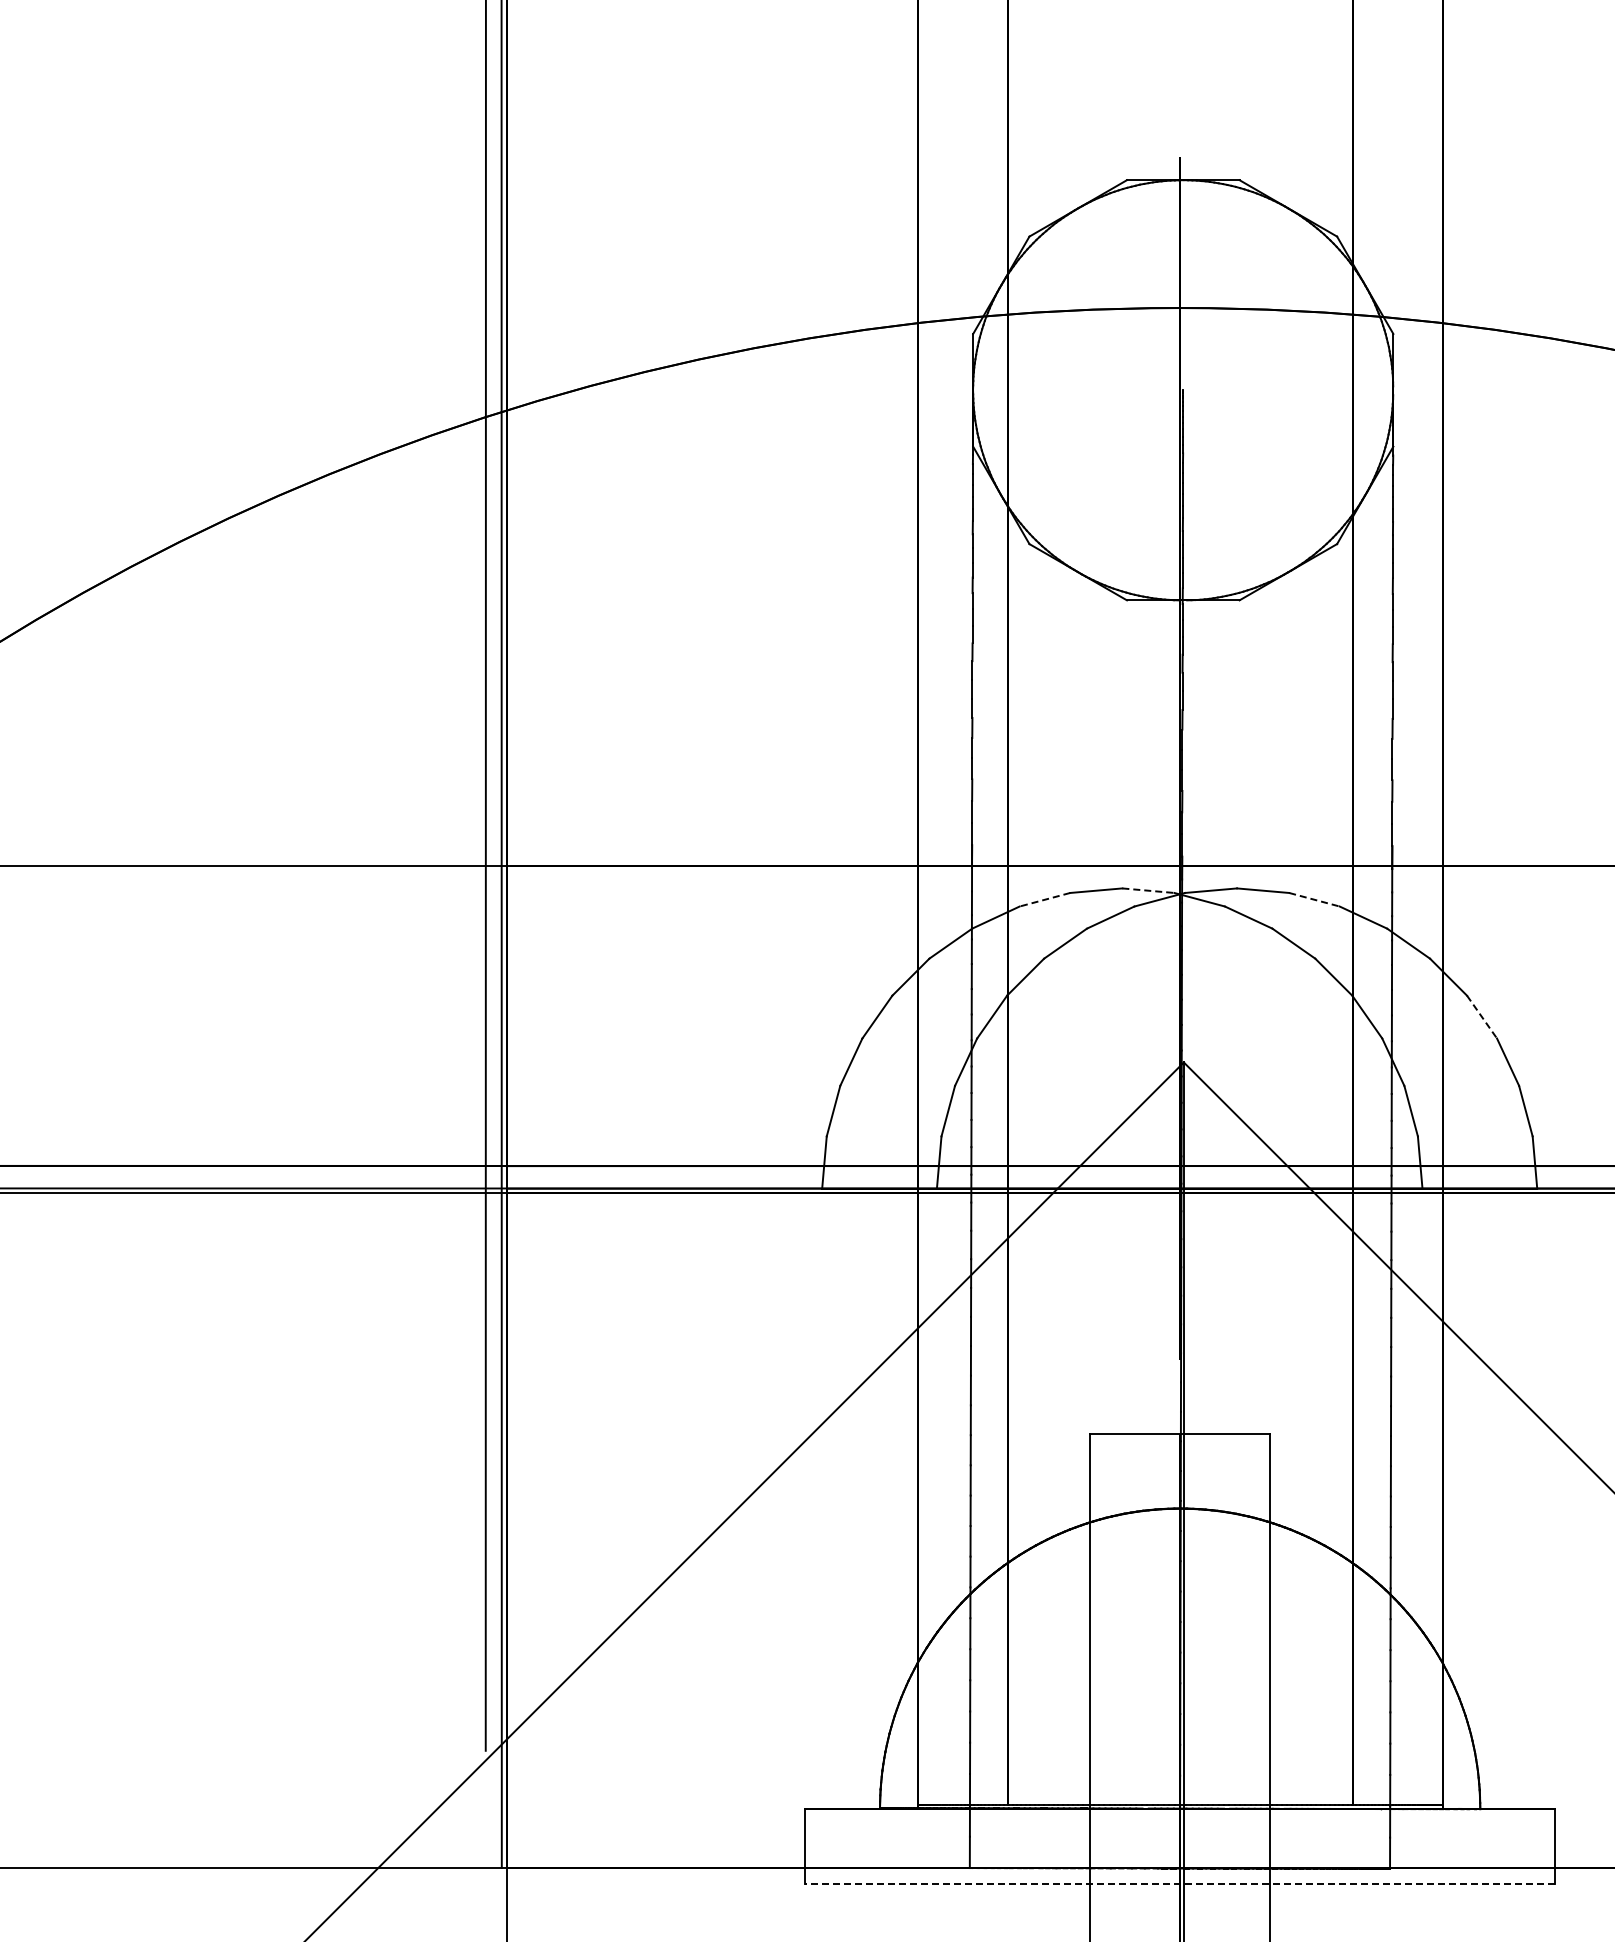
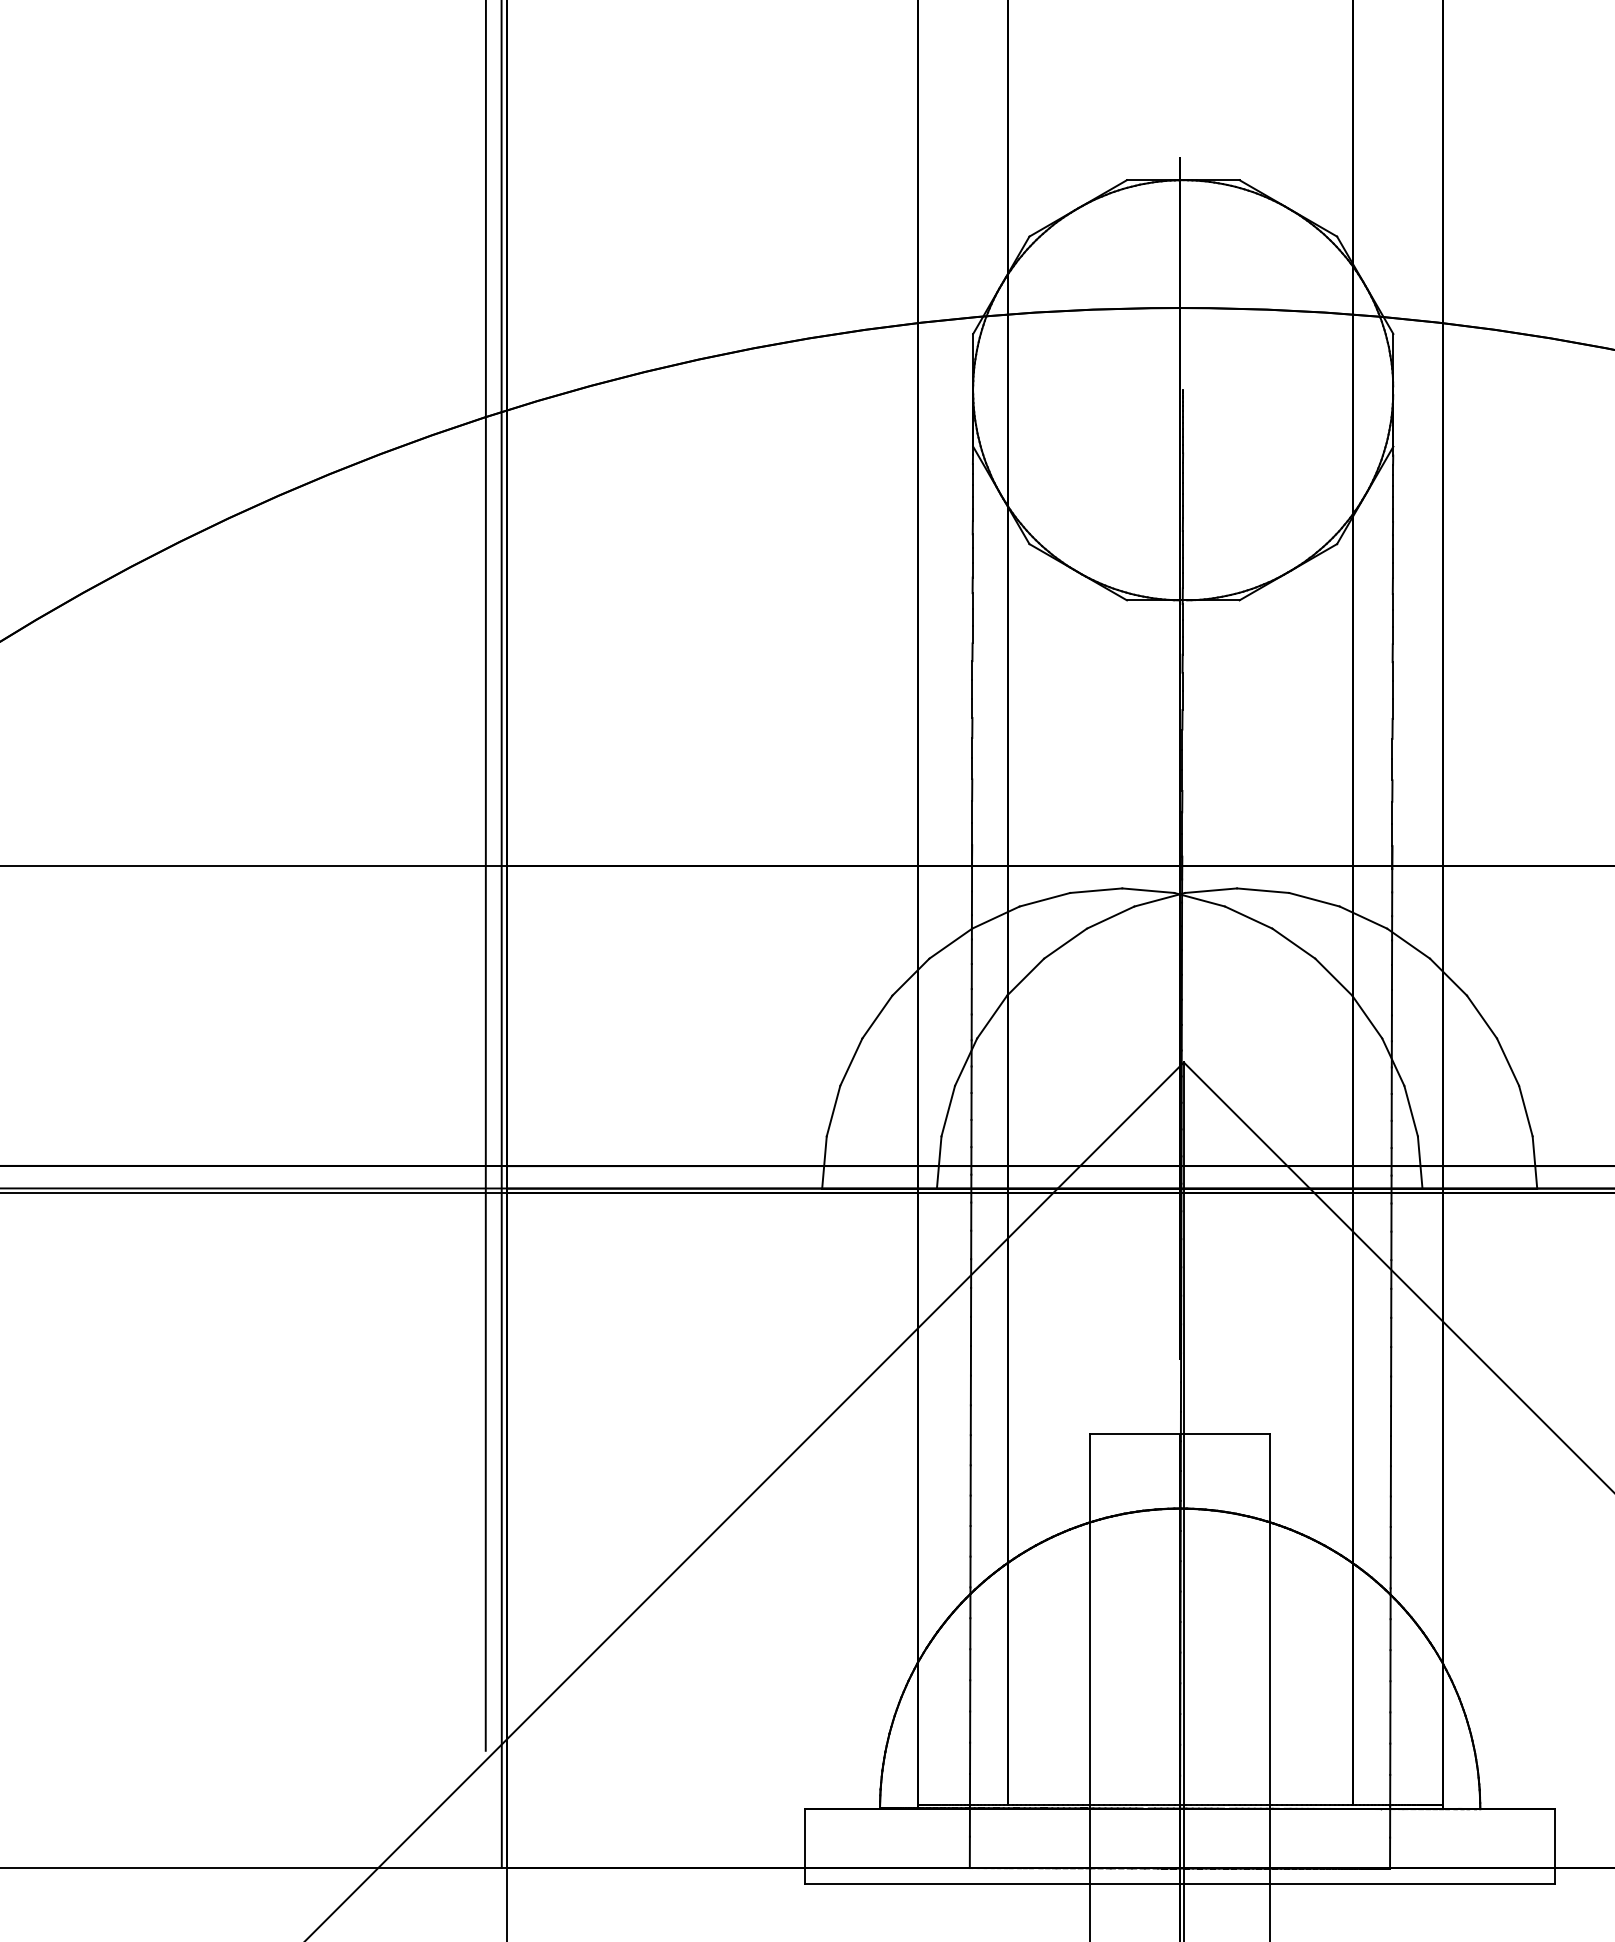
line at (1148, 890): dashed -> solid
line at (1044, 899): dashed -> solid
line at (1314, 899): dashed -> solid
line at (1482, 1017): dashed -> solid
line at (1179, 1883): dashed -> solid
